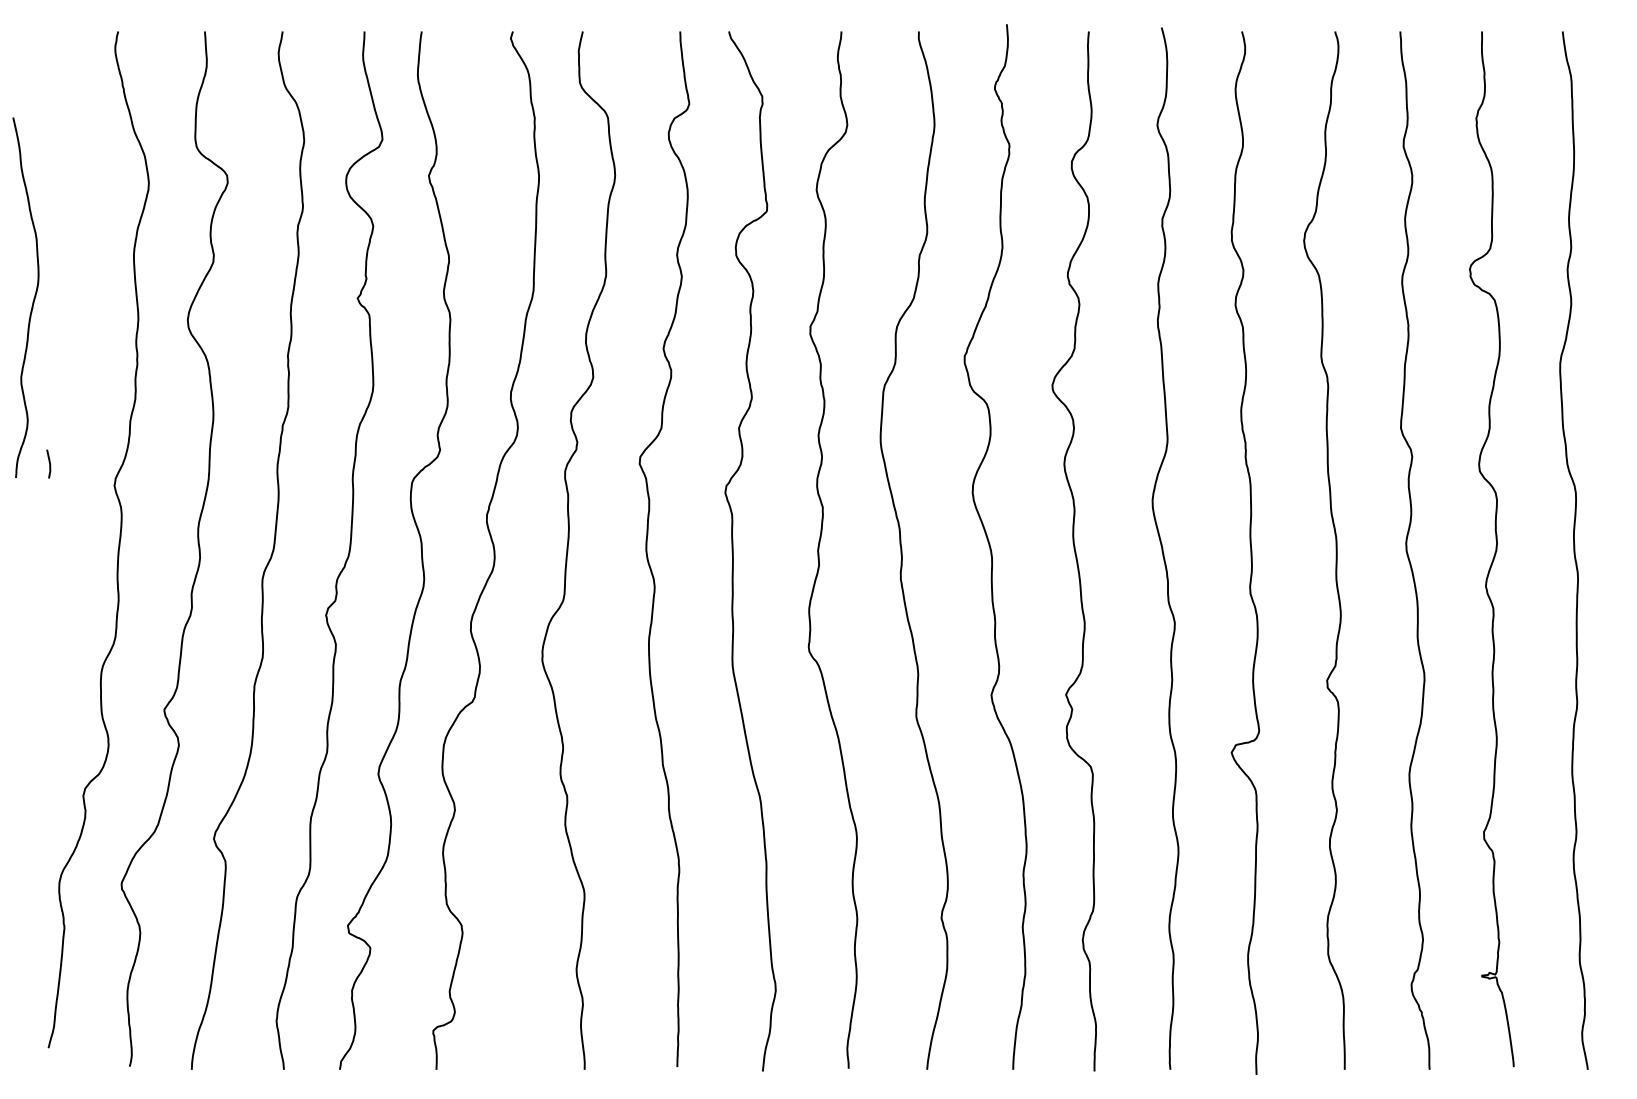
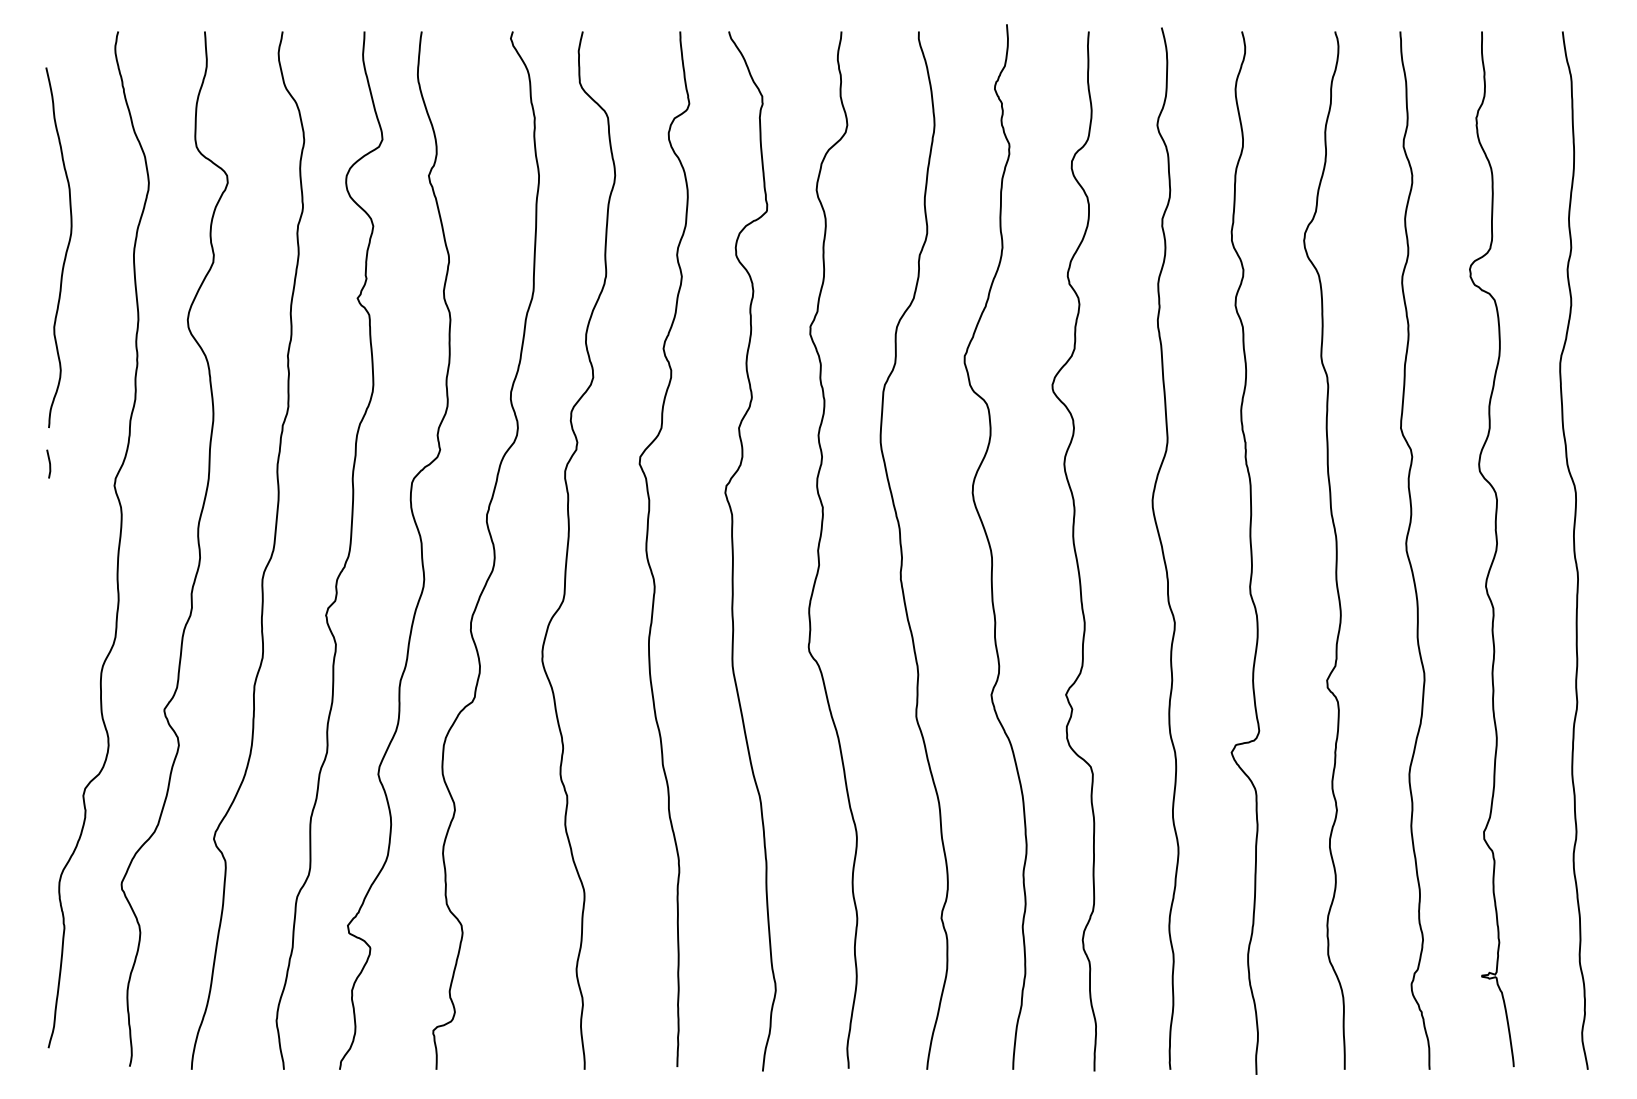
curve at (33, 298) position: (33, 298) -> (66, 248)
